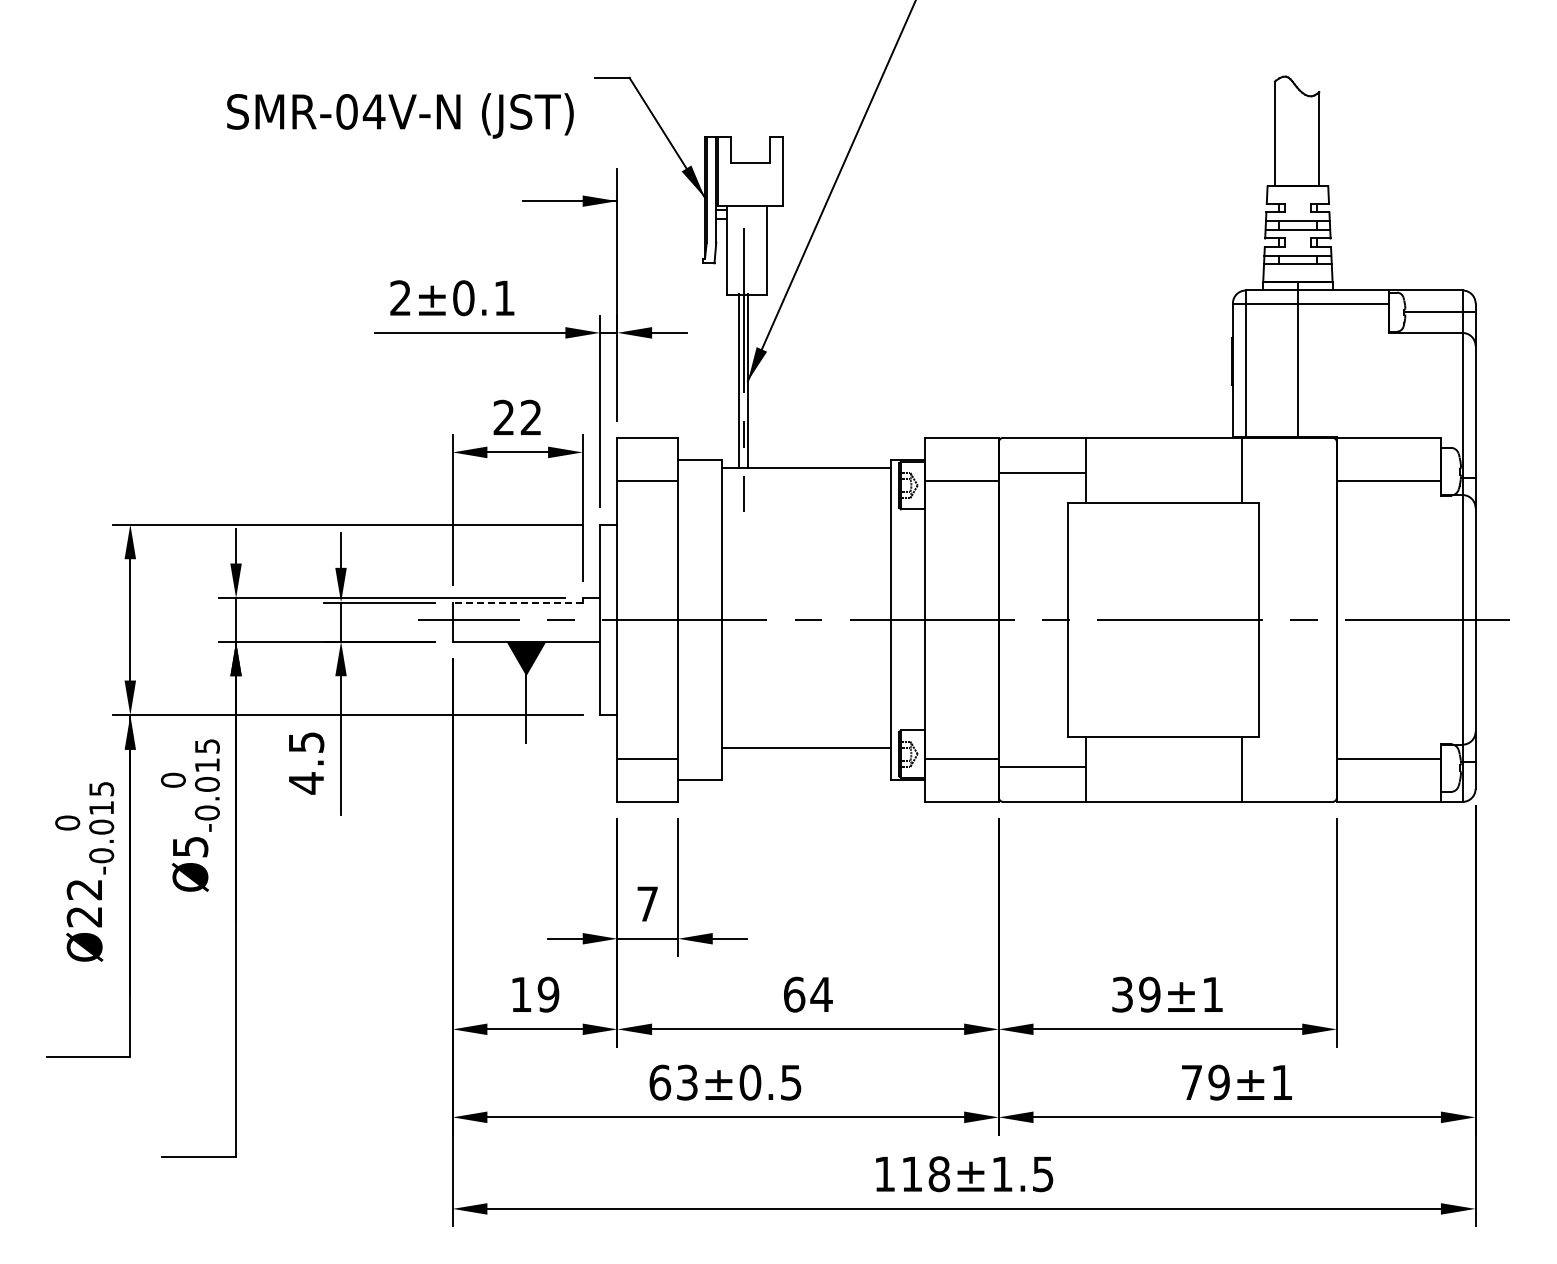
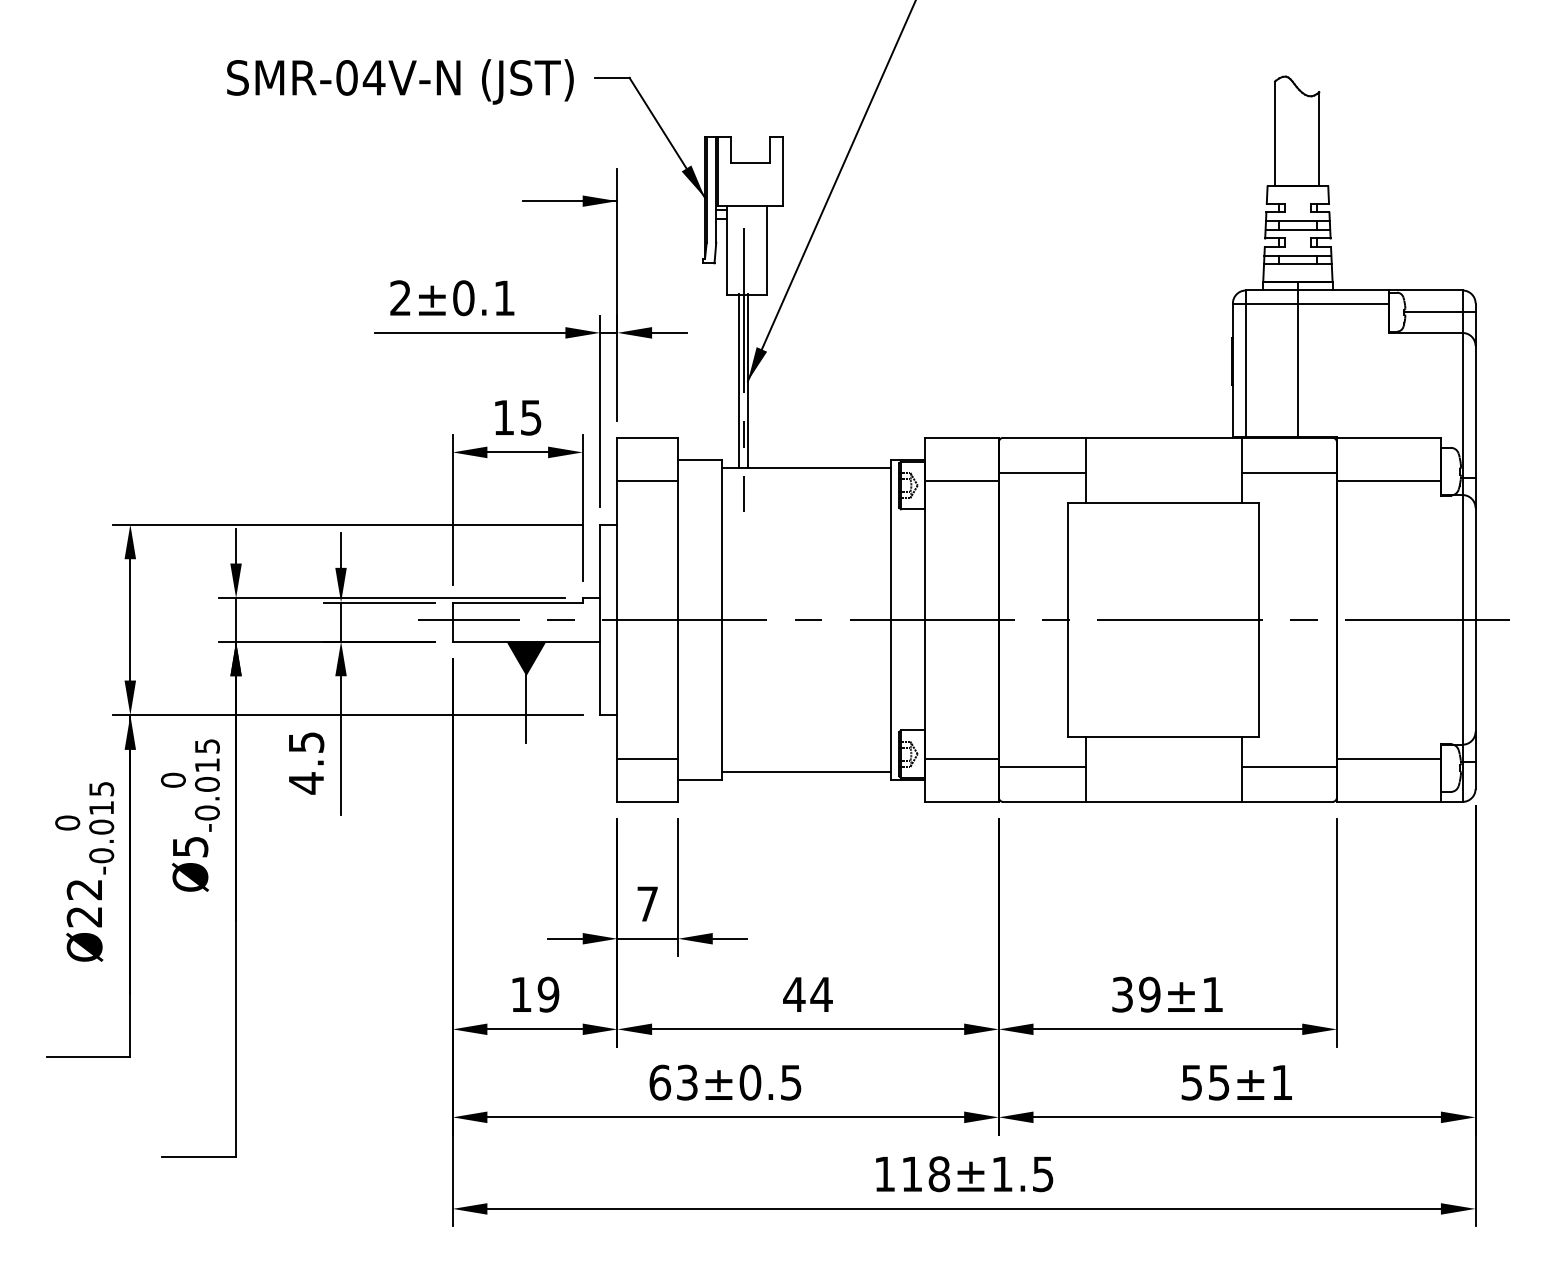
text at (400, 115) position: (400, 115) -> (400, 81)
text at (517, 417): 22 -> 15
line at (1288, 473): none -> present
line at (517, 602): dashed -> solid
line at (805, 747) position: (805, 747) -> (805, 771)
line at (1288, 766): none -> present
text at (794, 994): 64 -> 44
text at (1205, 1082): 79±1 -> 55±1
